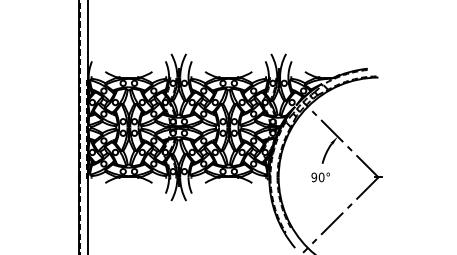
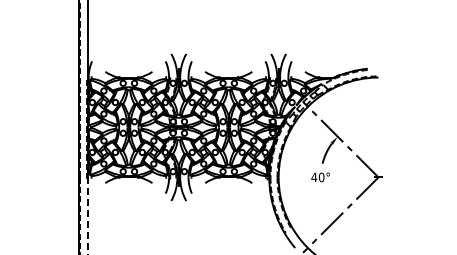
text at (314, 177): 90° -> 40°
line at (88, 216): solid -> dashed
